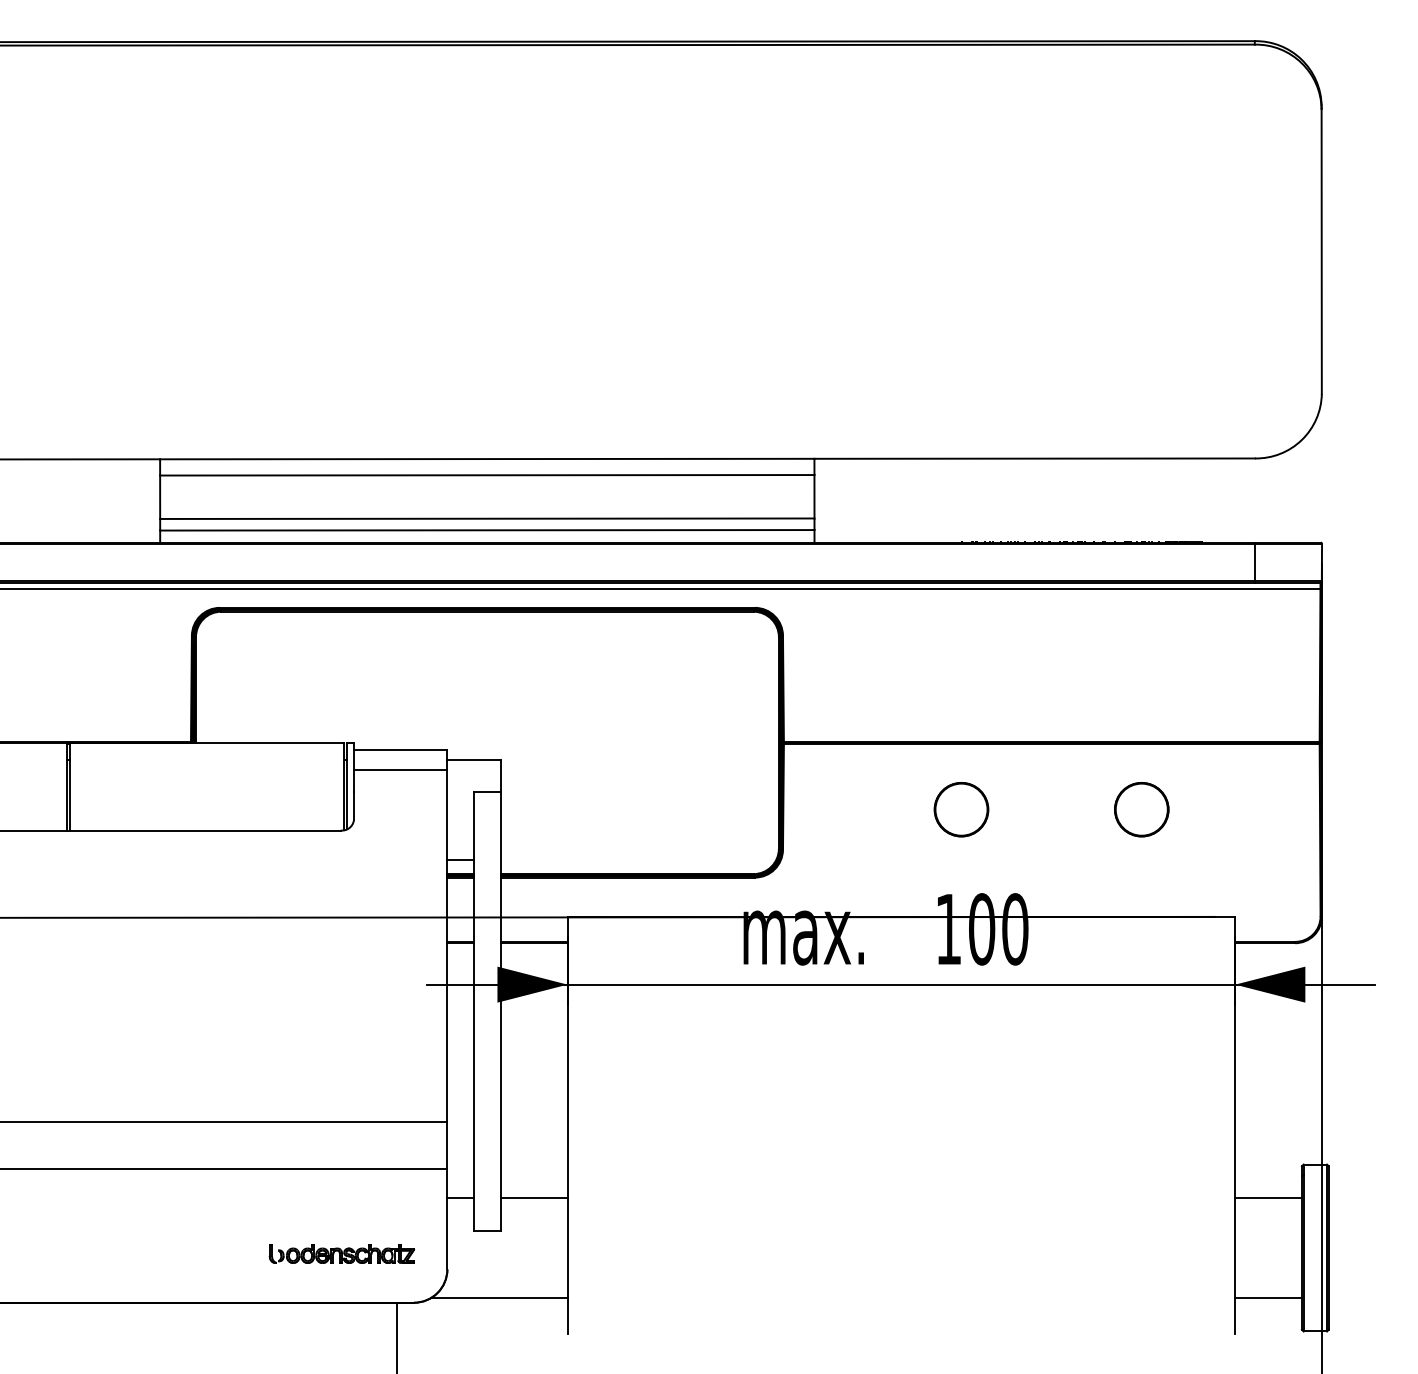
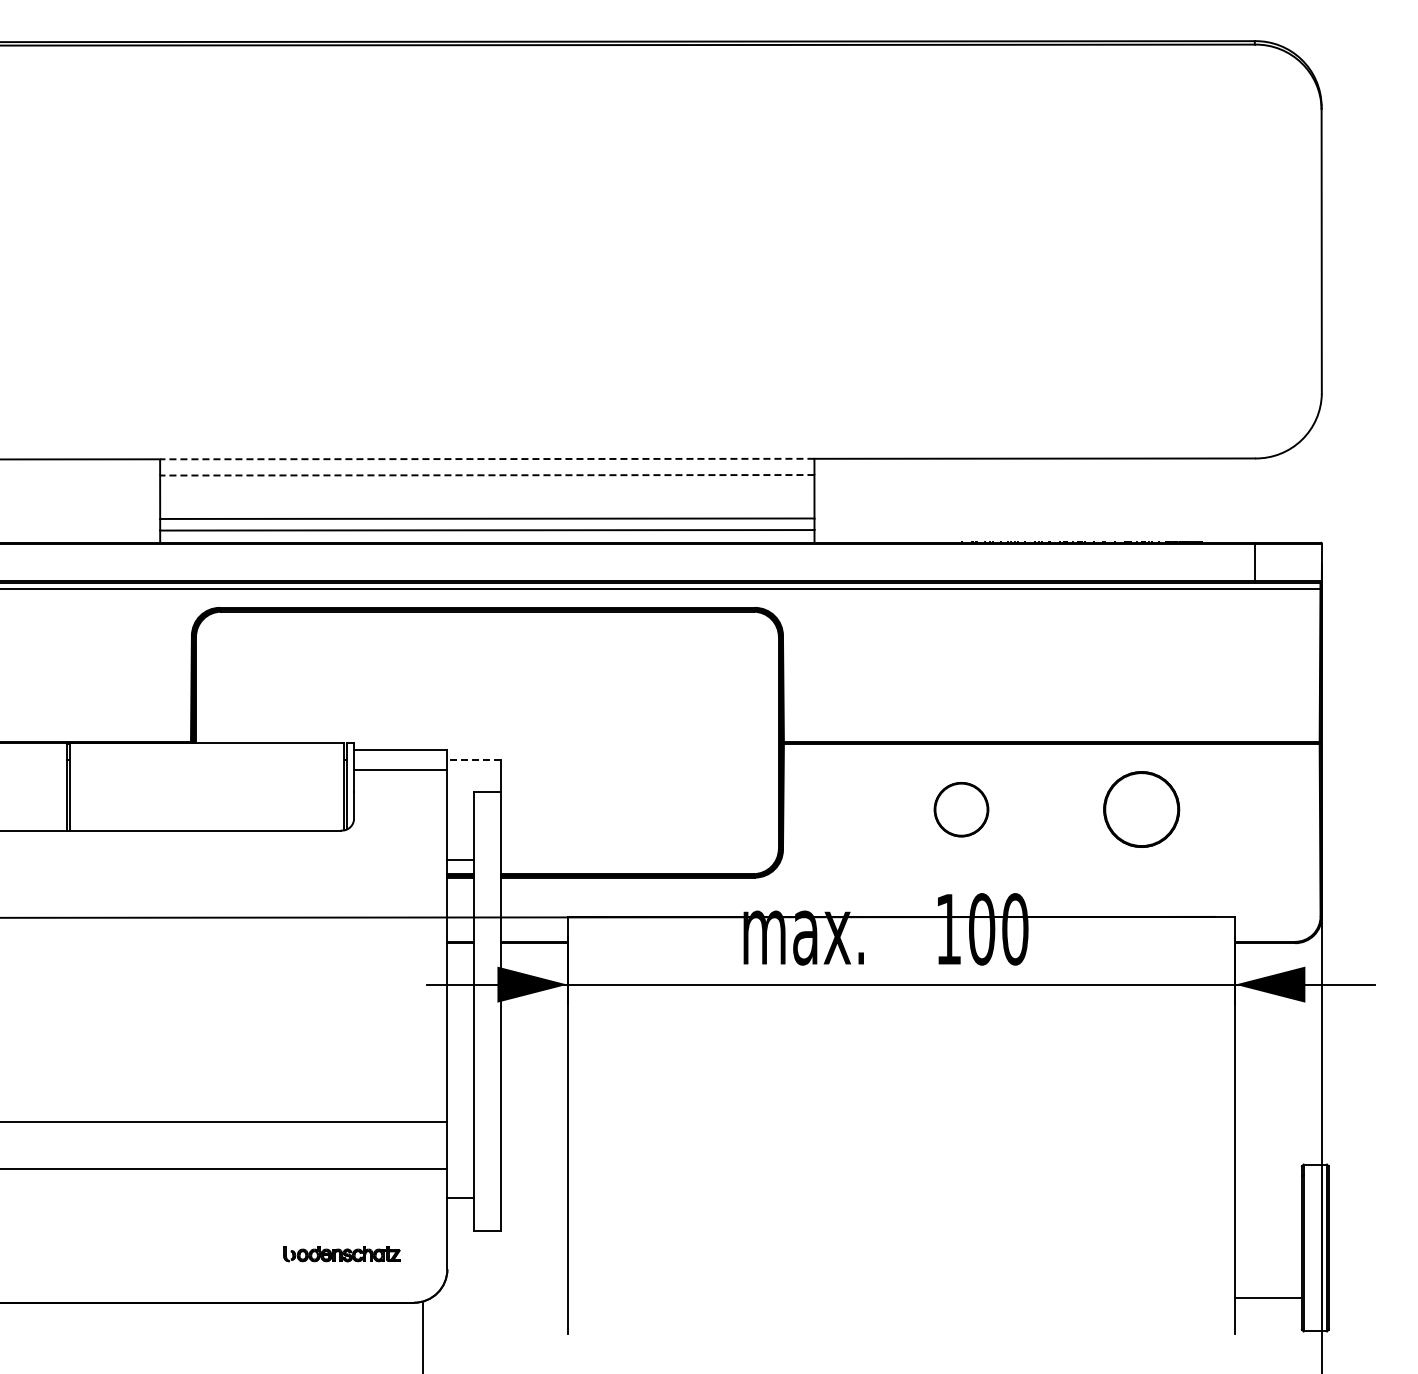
line at (486, 459): solid -> dashed
line at (486, 475): solid -> dashed
line at (474, 759): solid -> dashed
circle at (1141, 809) size: 56x56 px -> 78x77 px
line at (533, 1197): present -> none
line at (1268, 1197): present -> none
part at (341, 1253) size: 147x20 px -> 118x17 px
line at (499, 1298): present -> none
line at (397, 1336) position: (397, 1336) -> (423, 1336)
